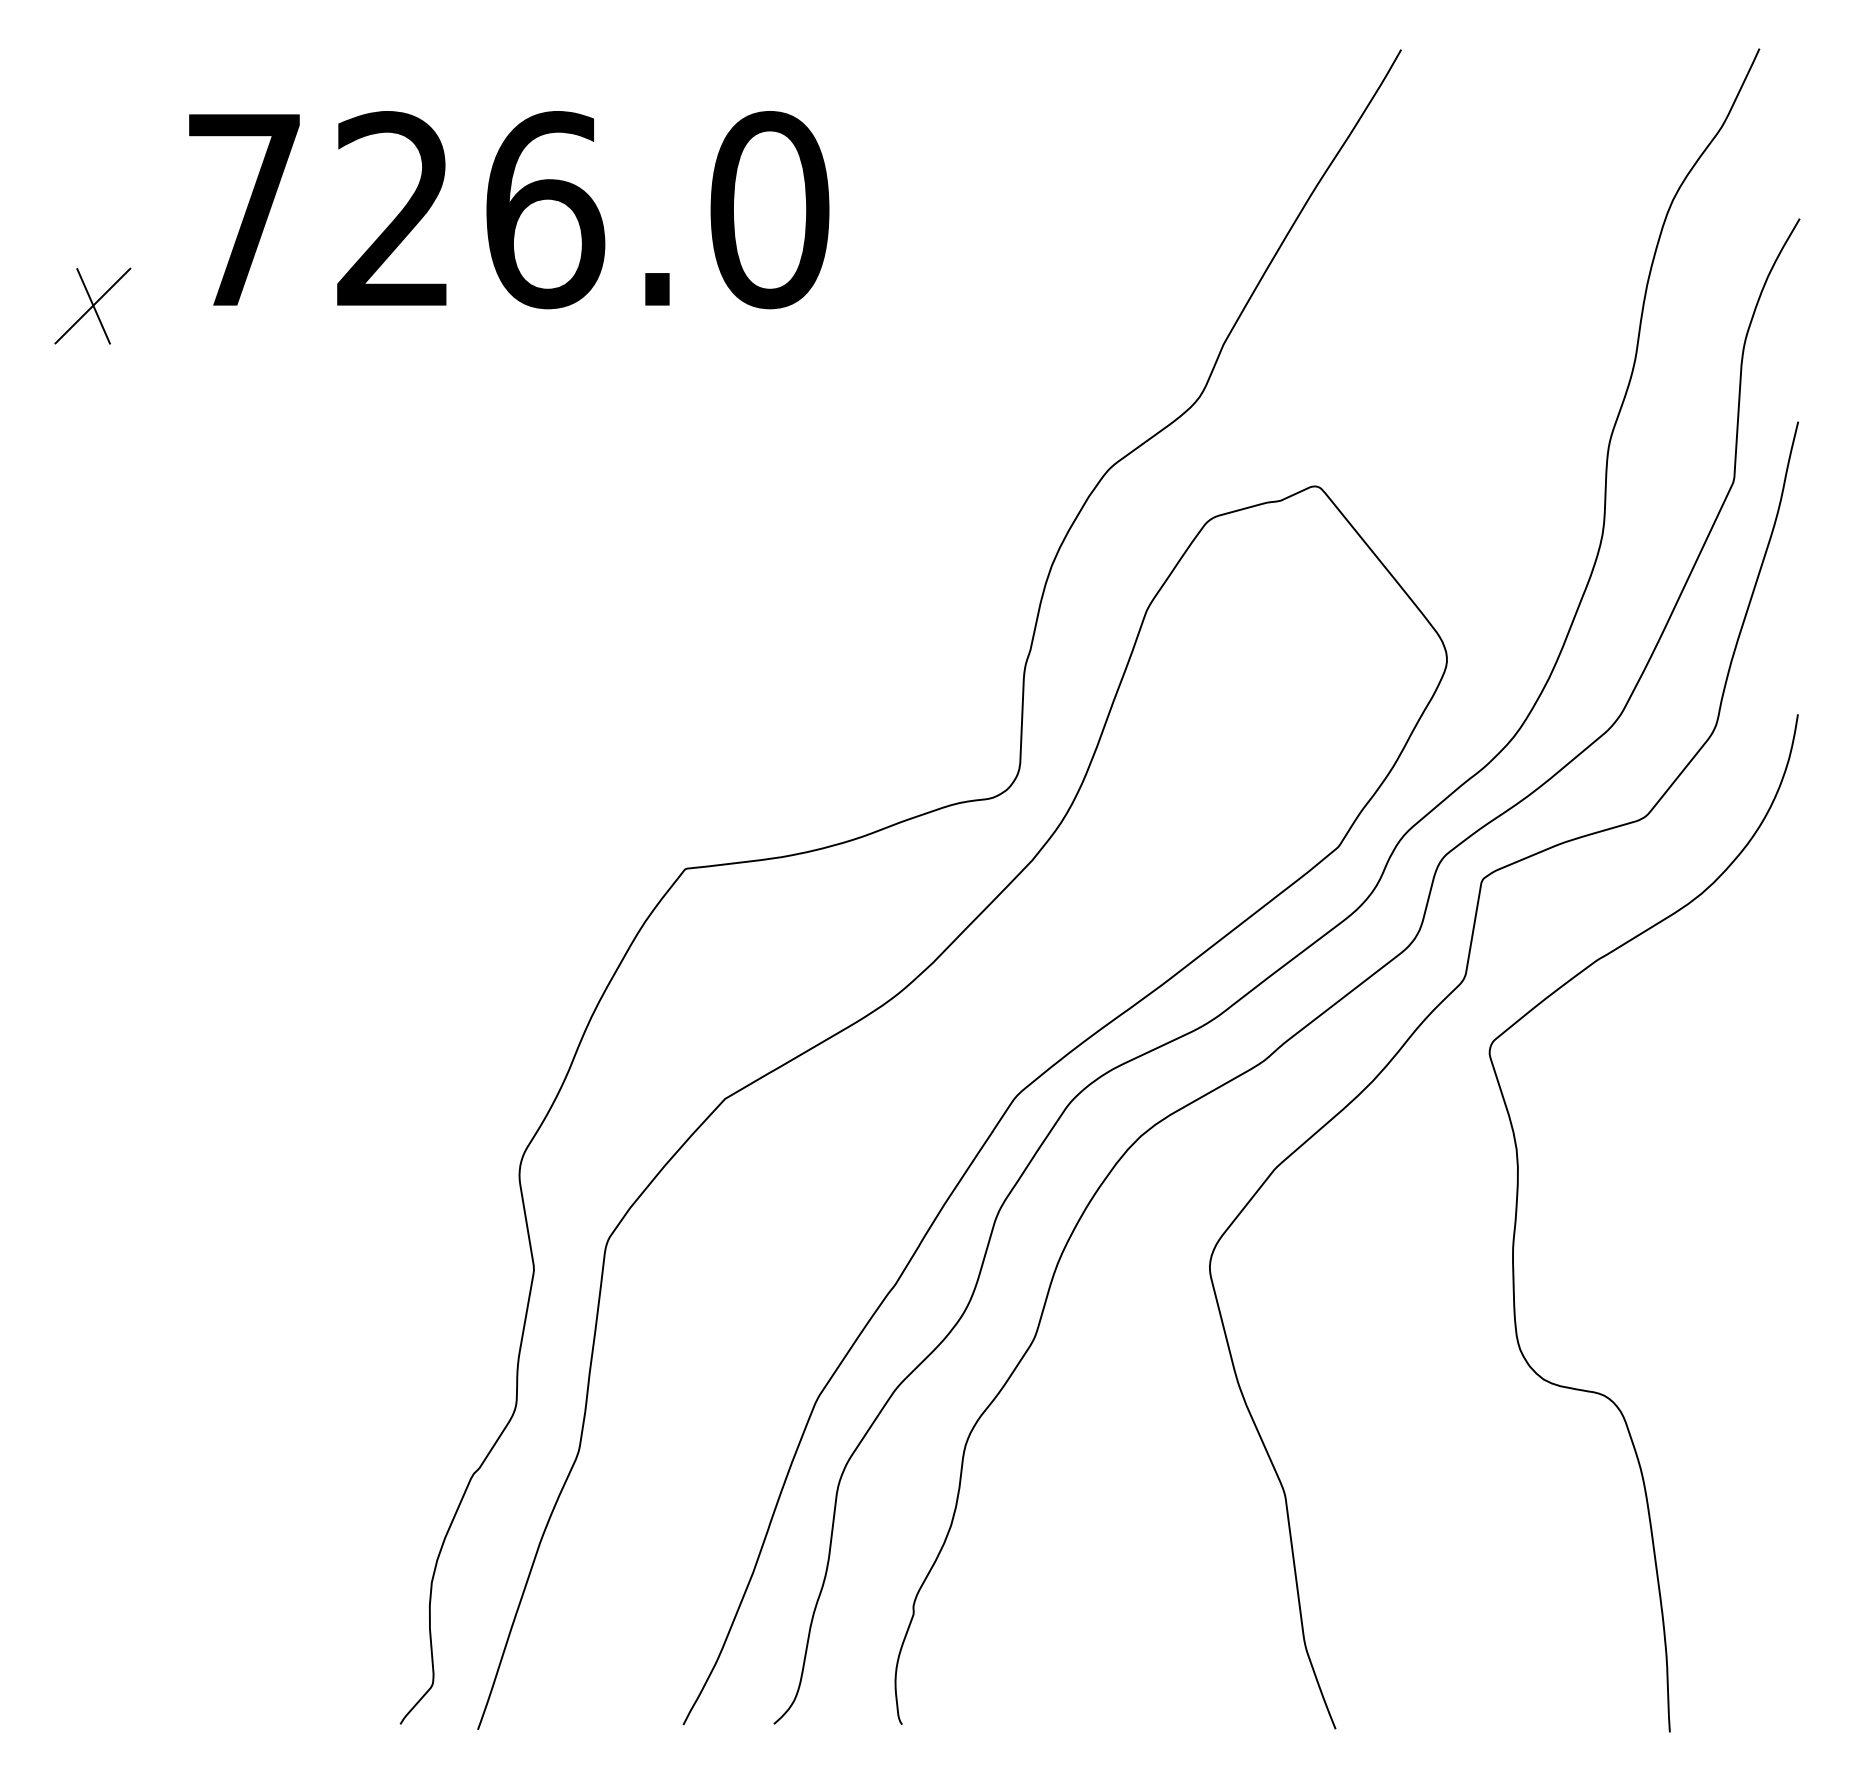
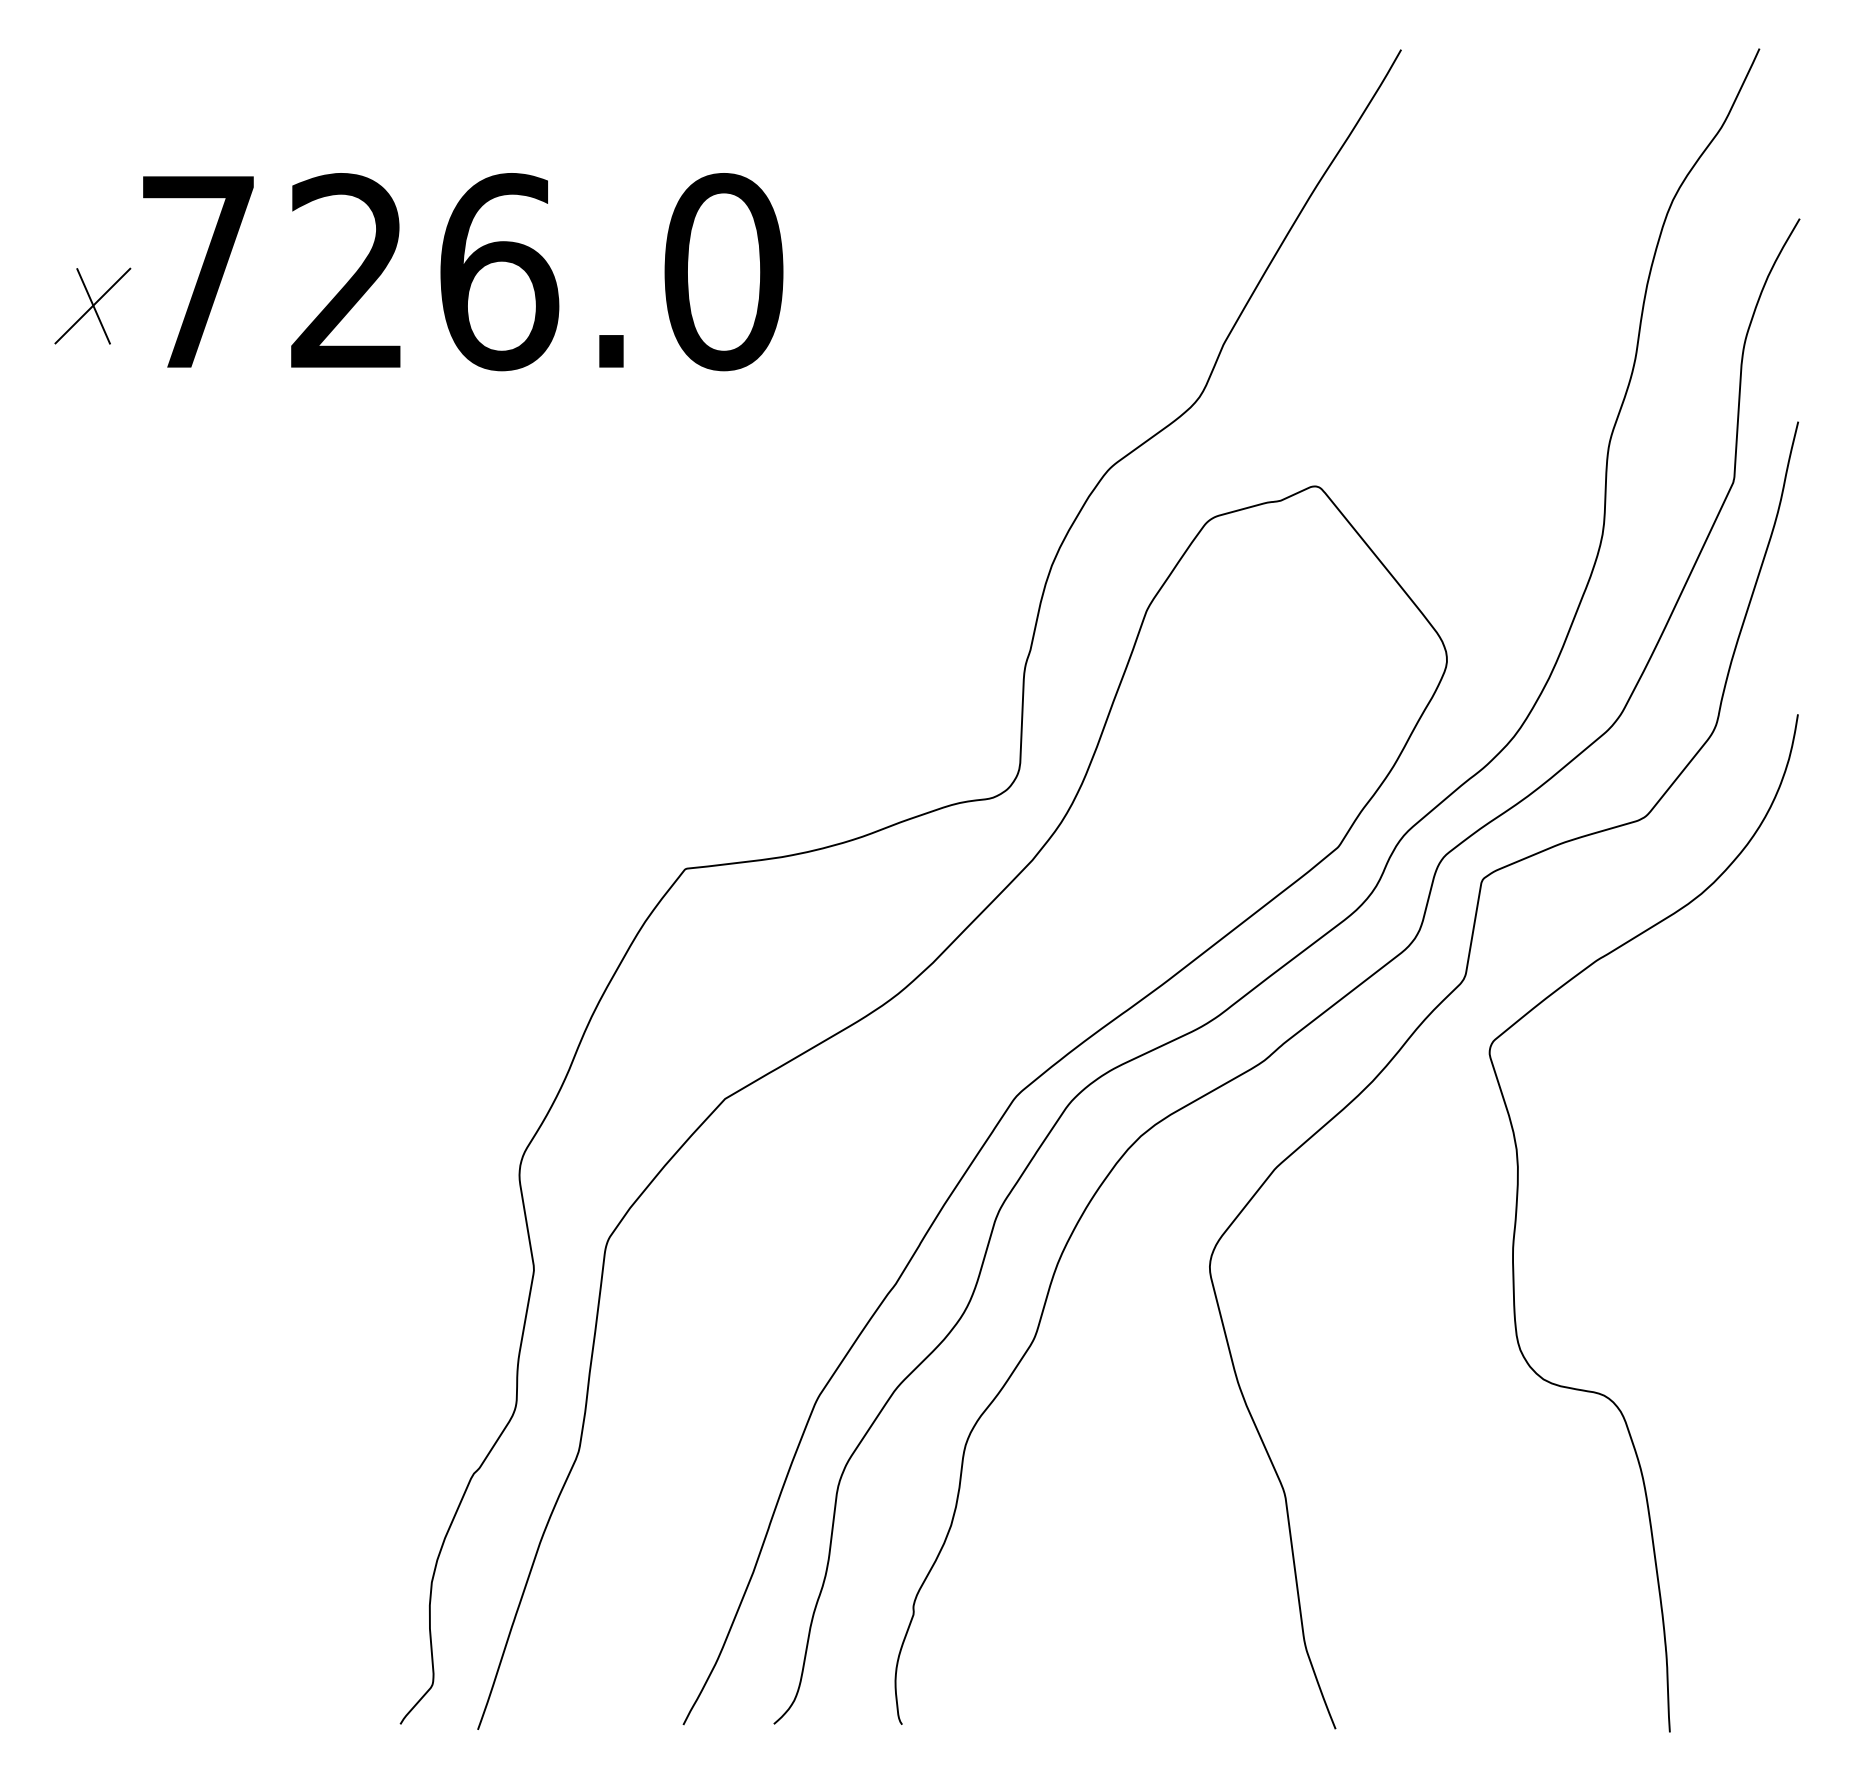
text at (509, 210) position: (509, 210) -> (463, 272)
